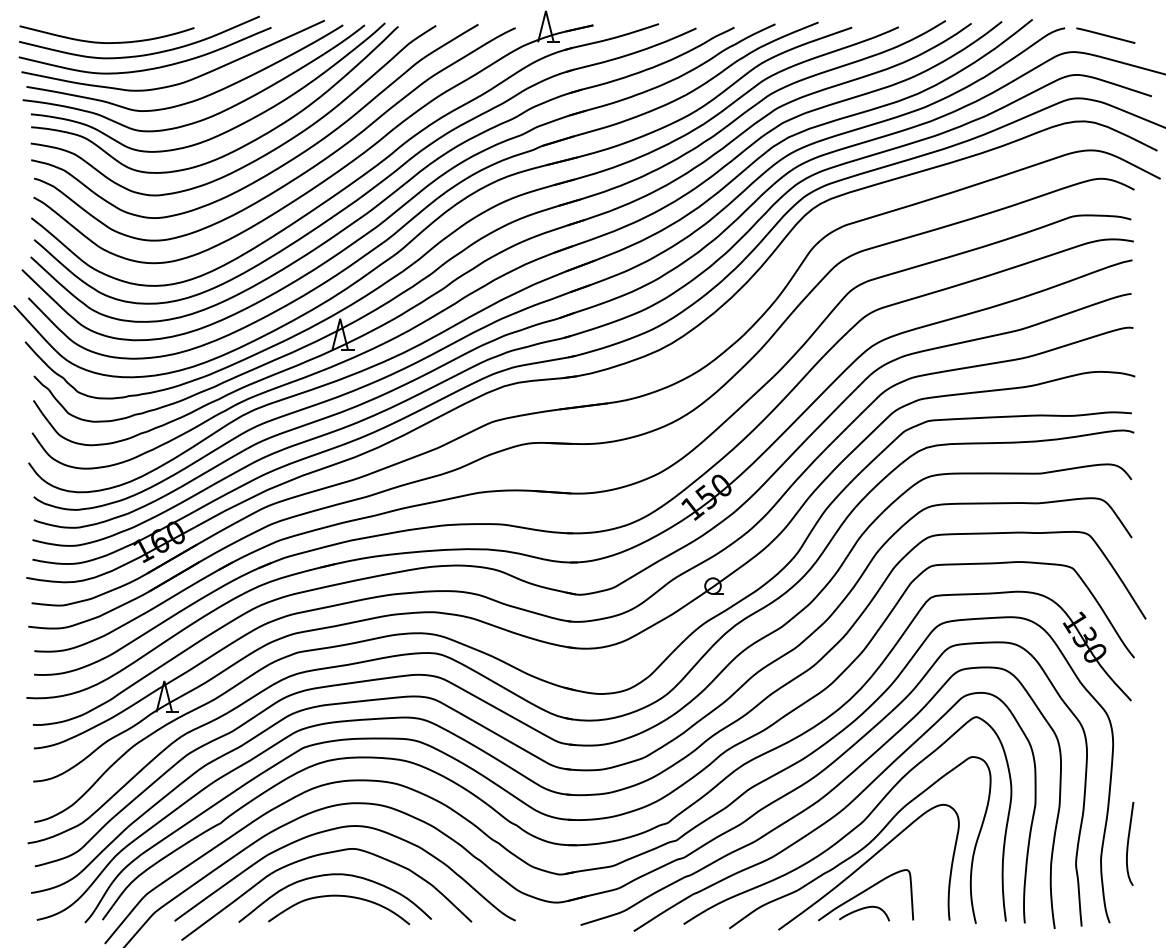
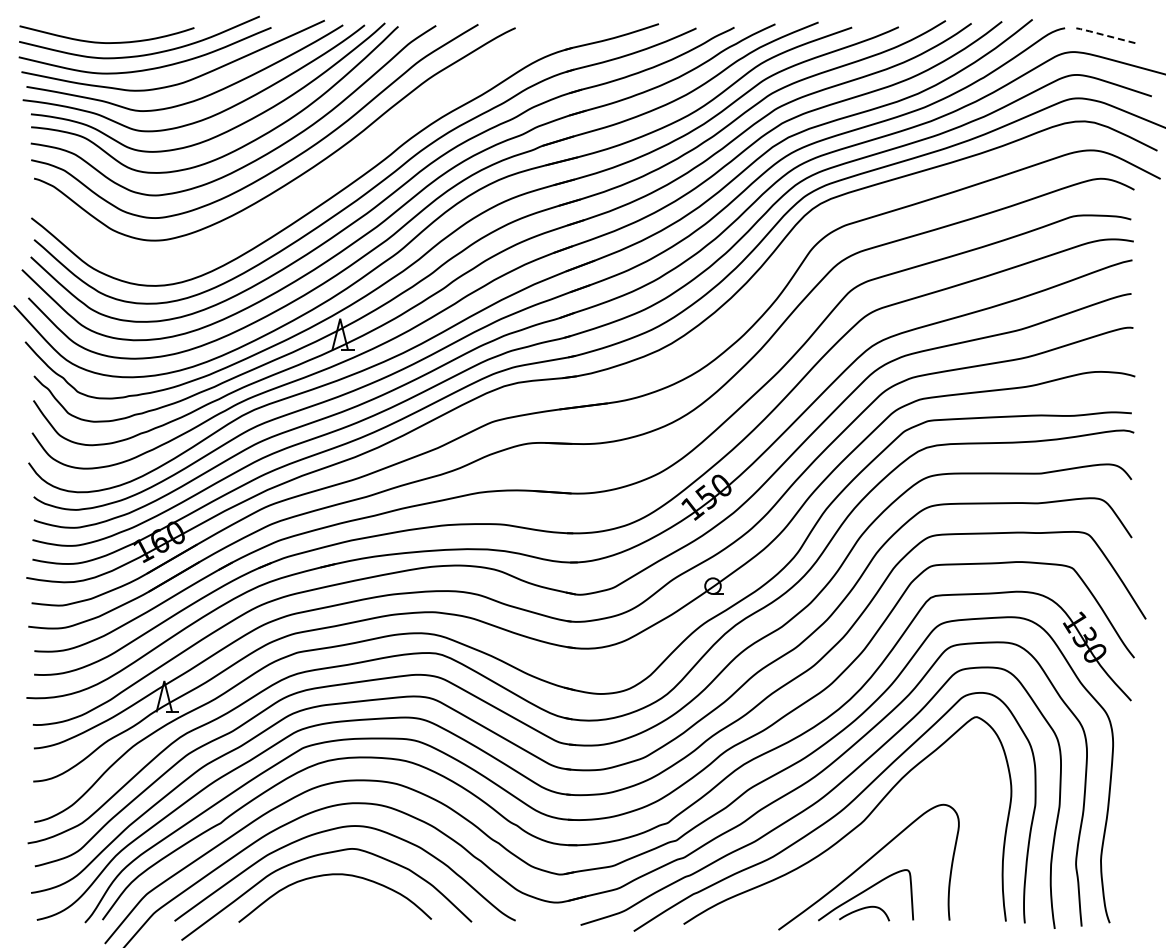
line at (1104, 35): solid -> dashed
part at (337, 170): present -> none
curve at (1128, 843): present -> none
curve at (863, 846): present -> none
curve at (339, 896): present -> none
